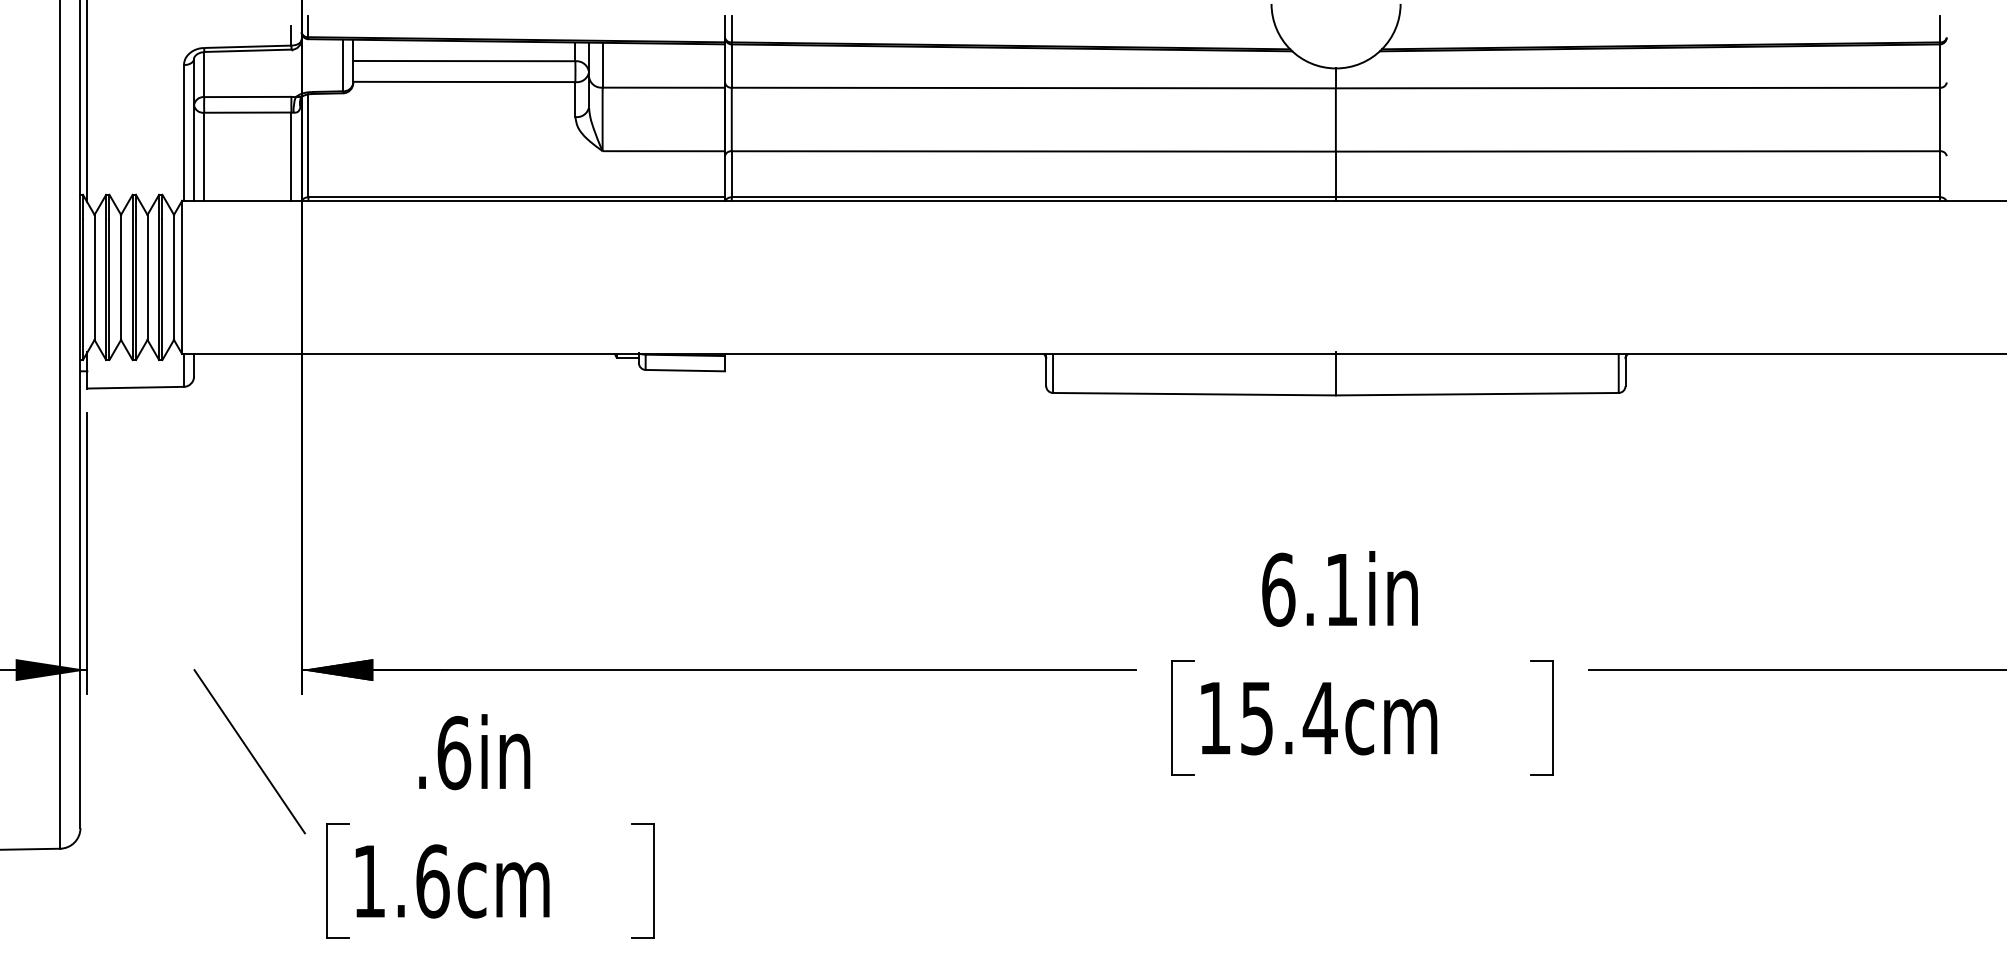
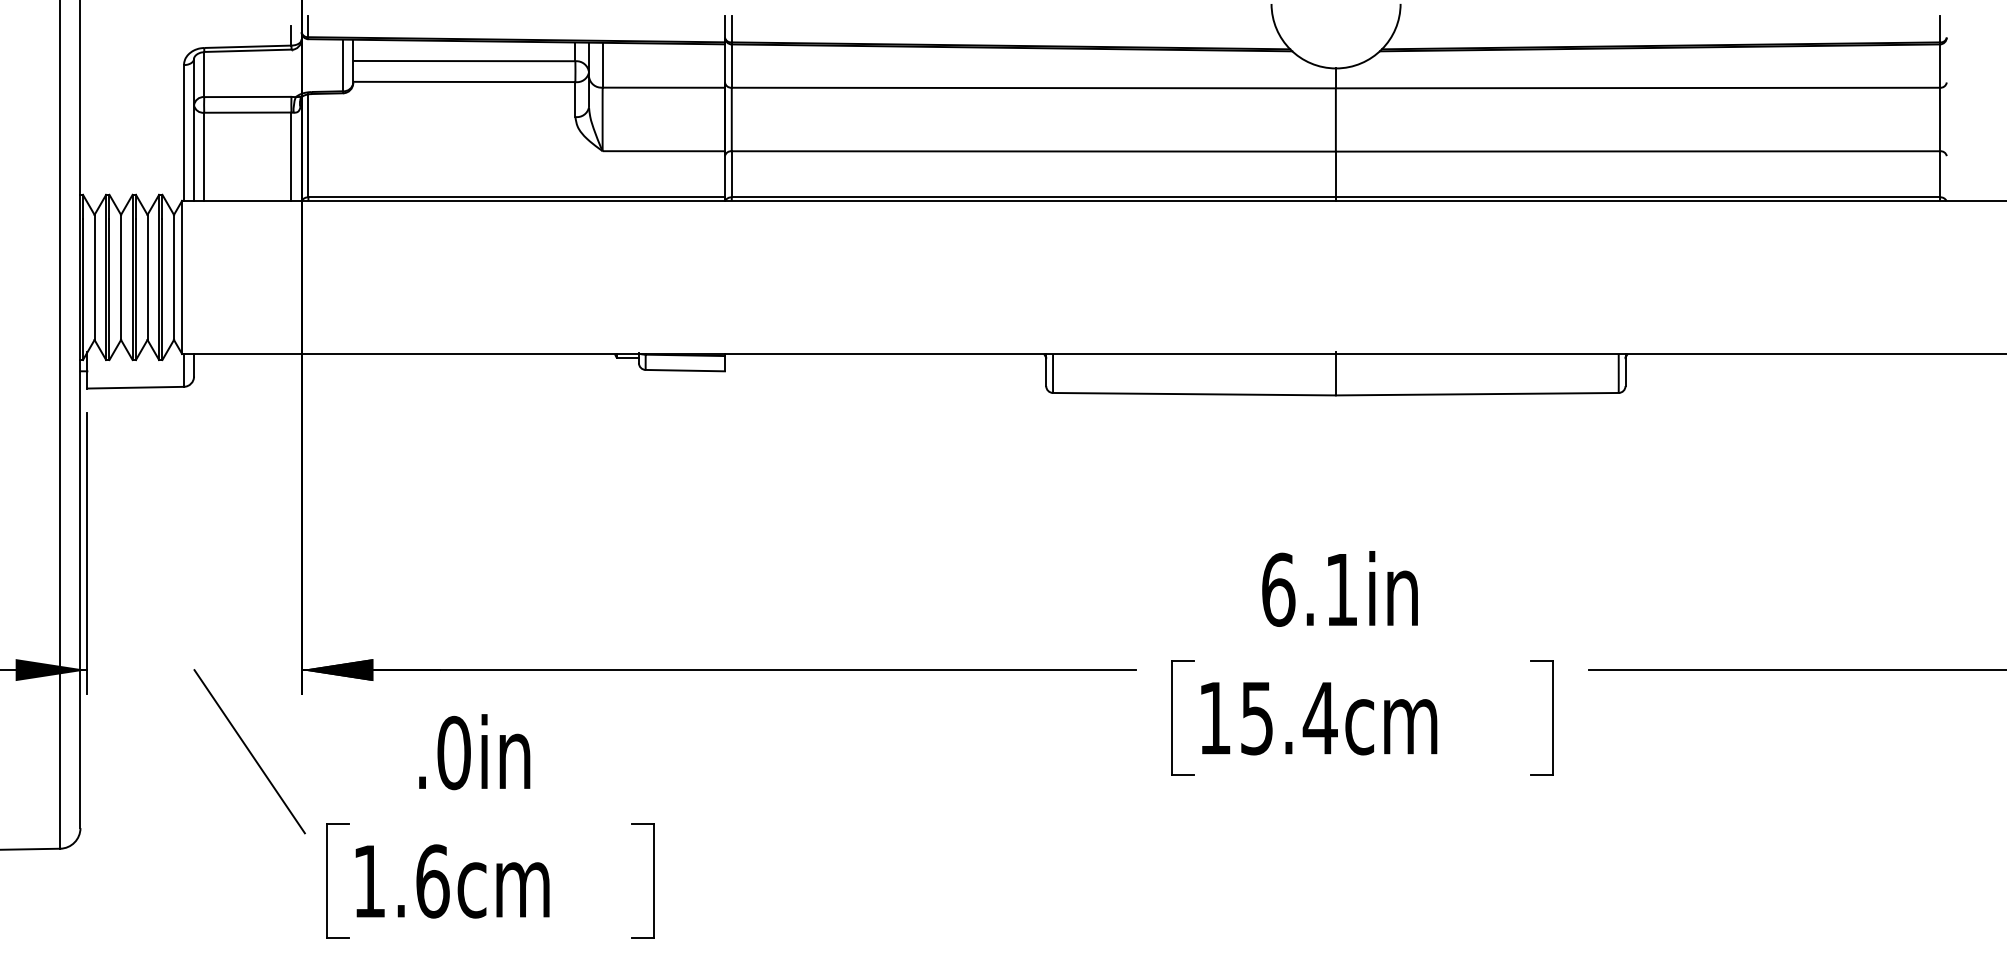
line at (87, 102): present -> none
text at (454, 752): .6in -> .0in
